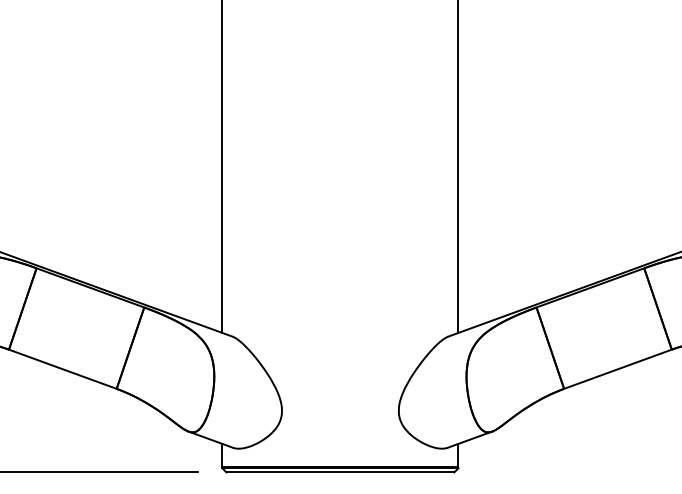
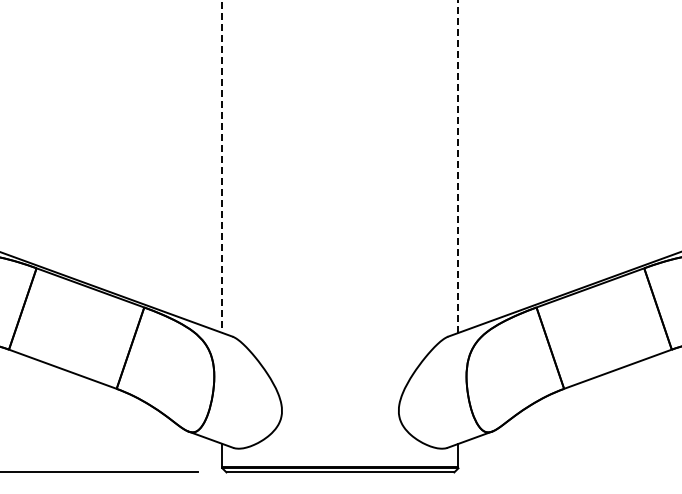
line at (458, 166): solid -> dashed
line at (222, 167): solid -> dashed
